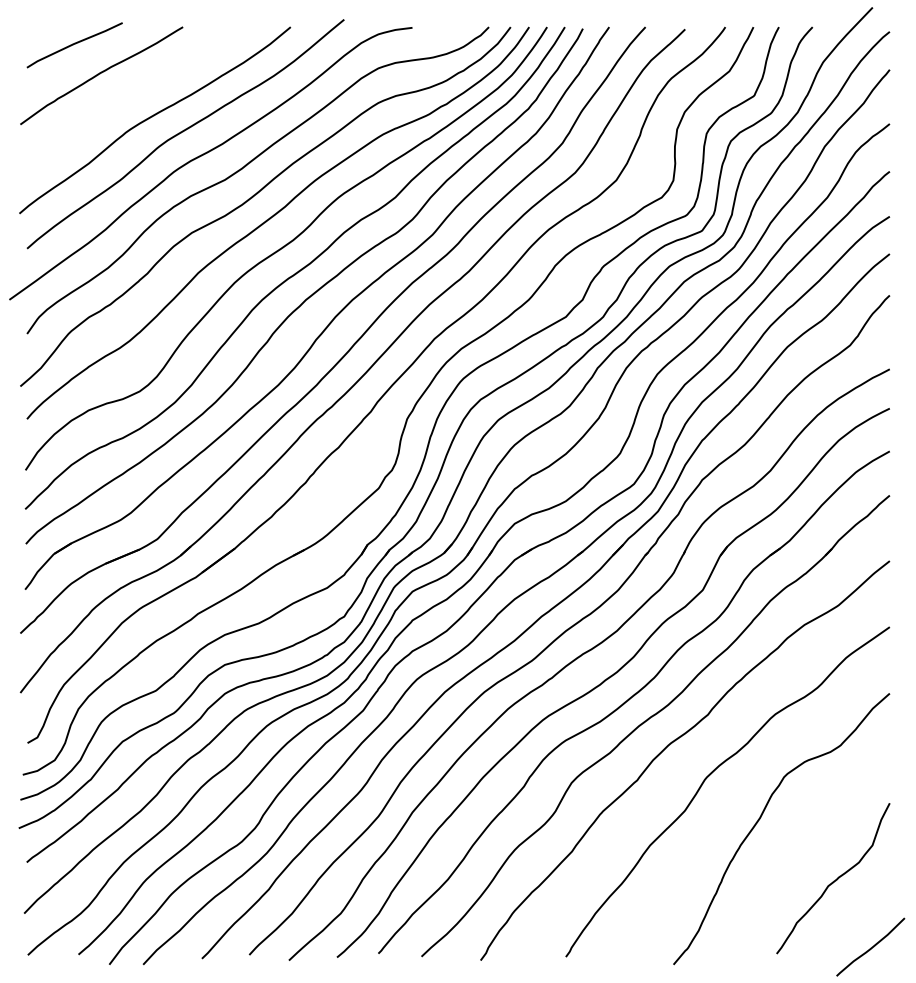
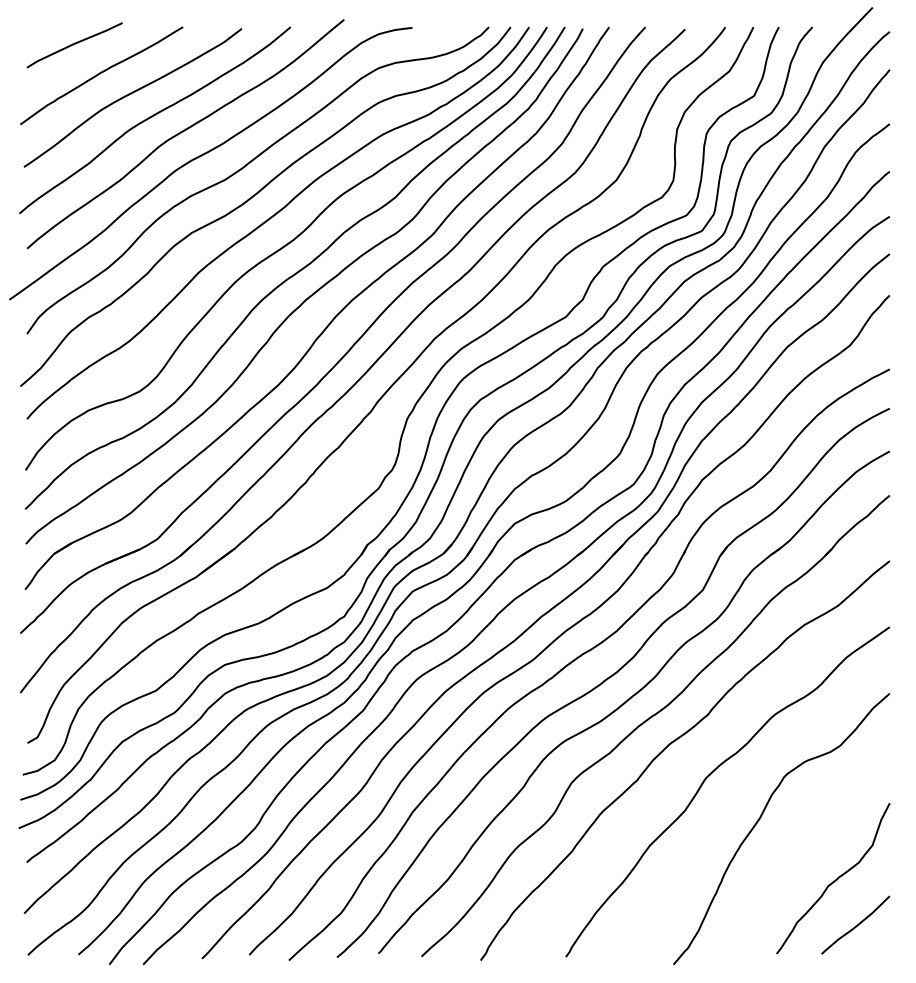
curve at (131, 94): none -> present
curve at (870, 947) position: (870, 947) -> (855, 925)
